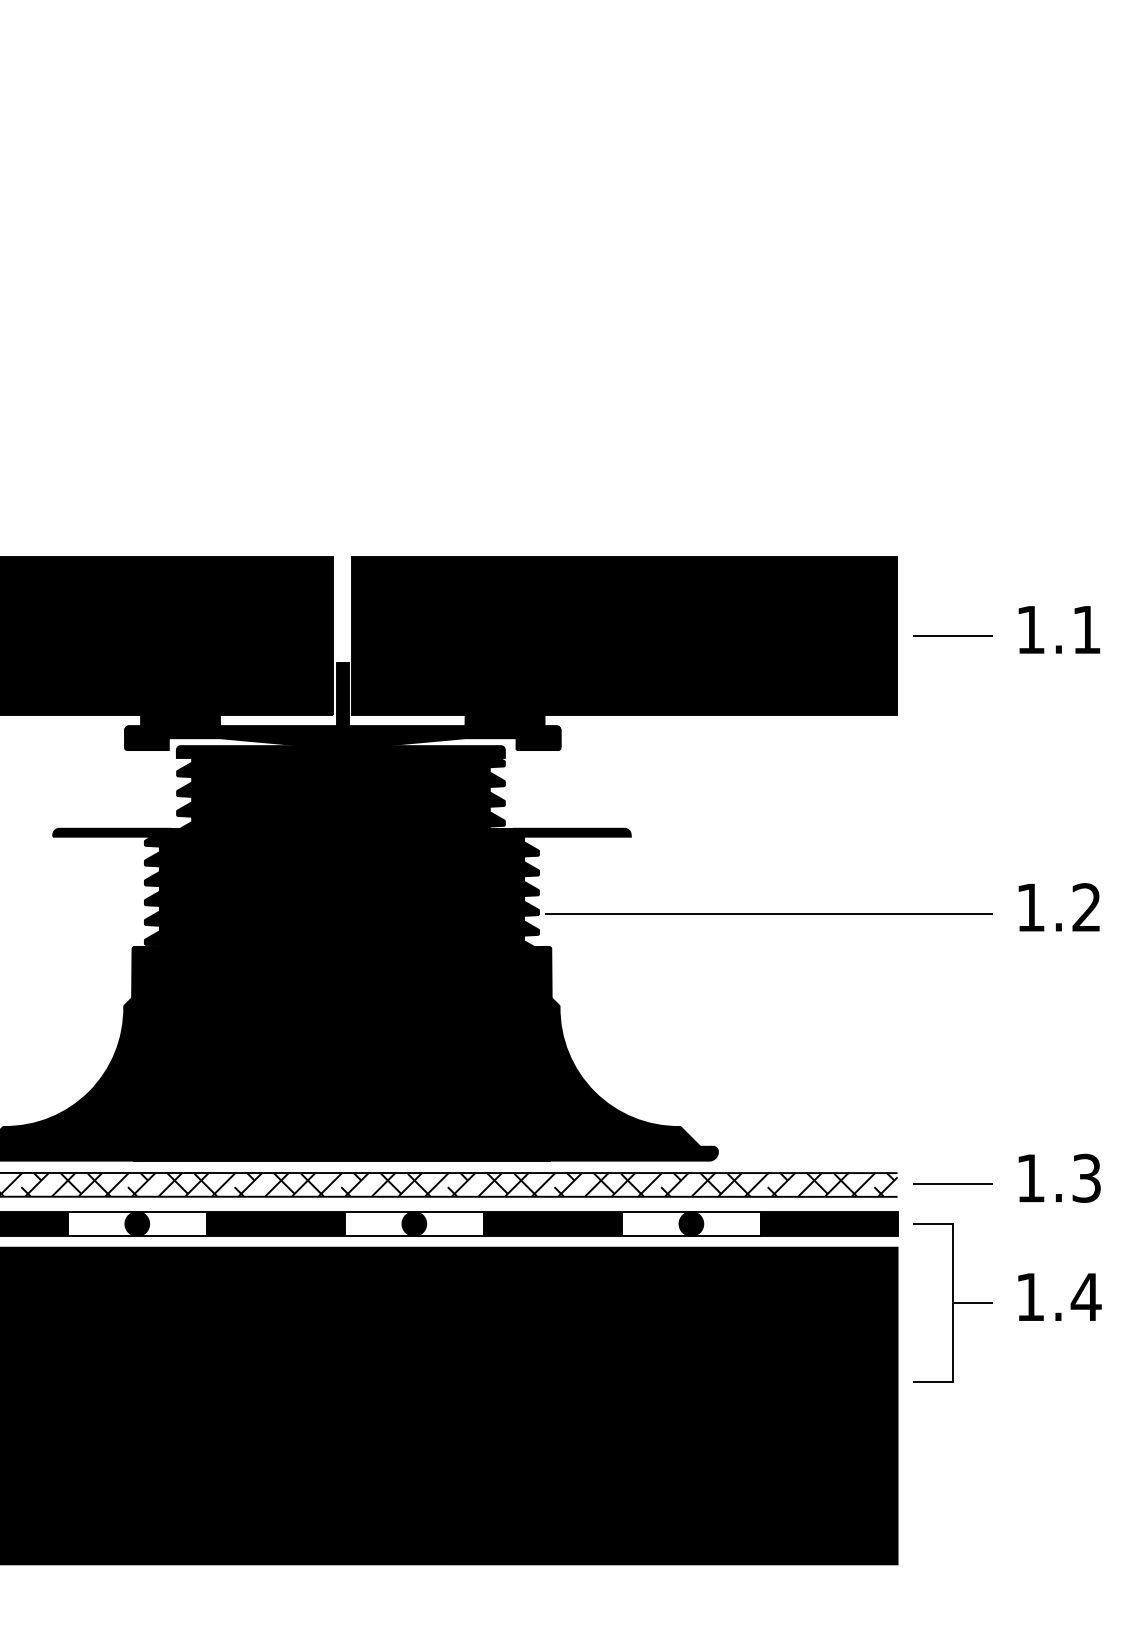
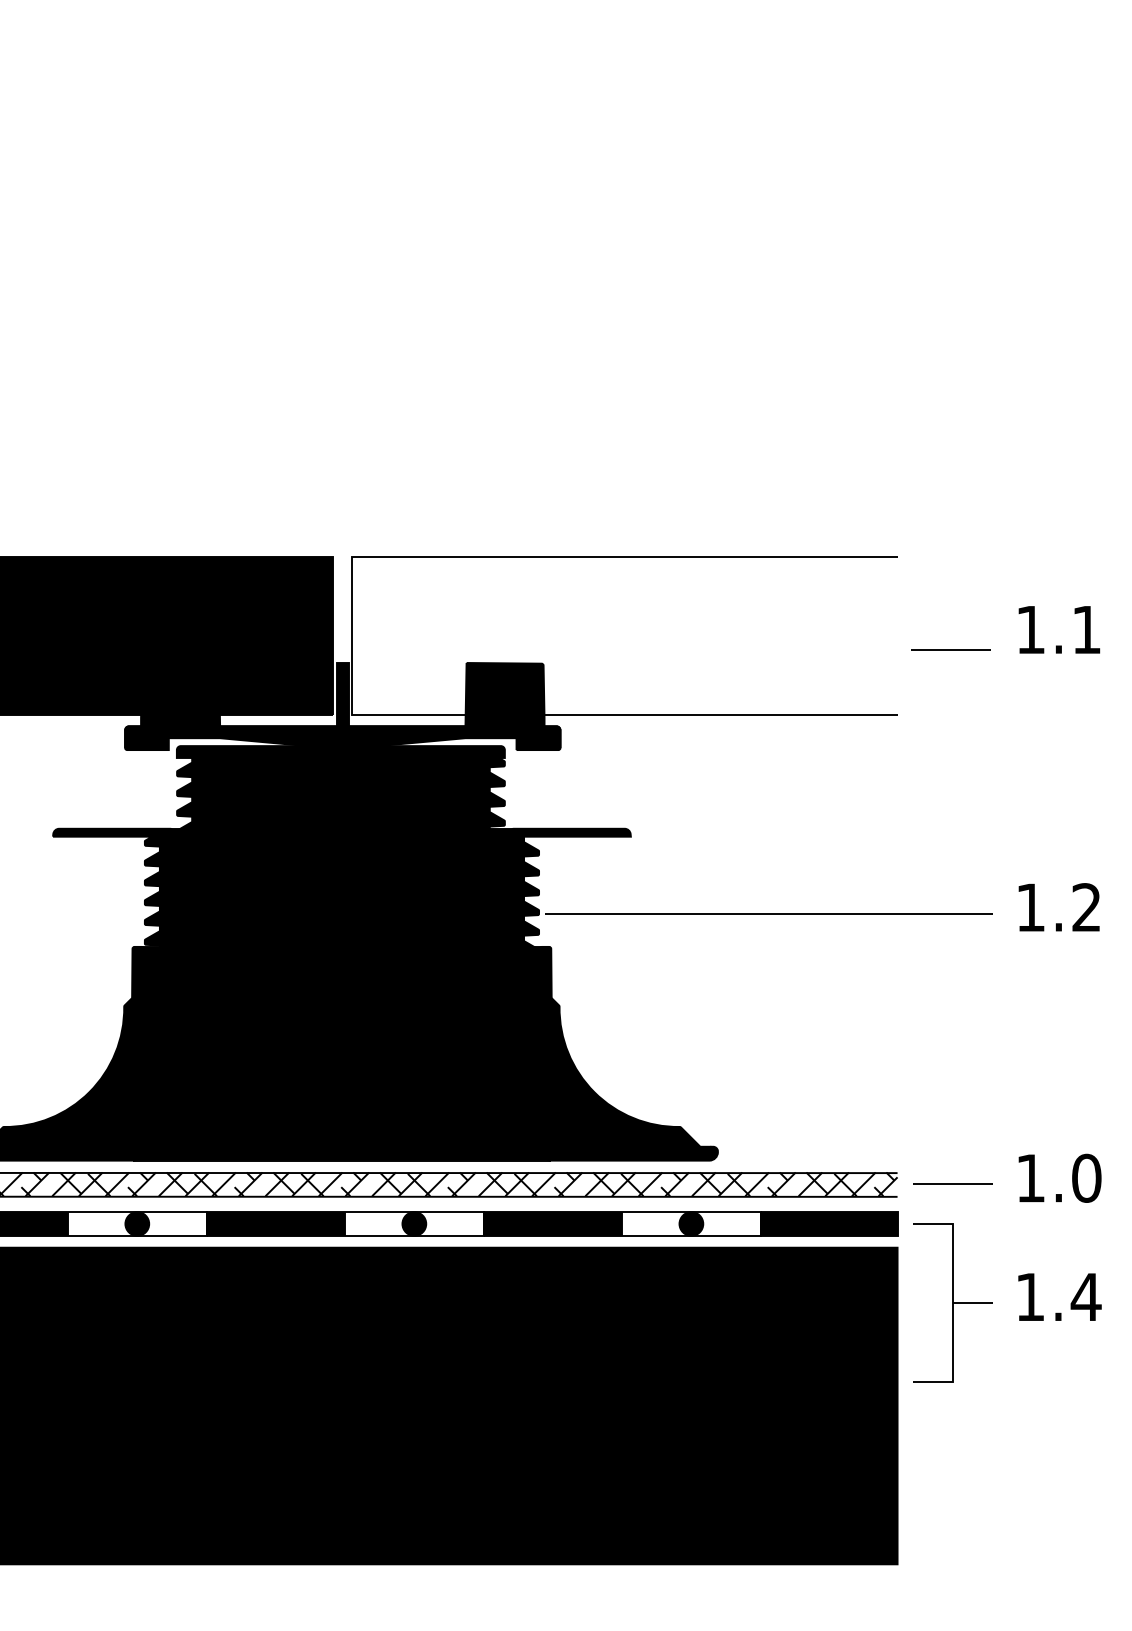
fill at (624, 635): present -> none
line at (952, 635) position: (952, 635) -> (950, 649)
text at (1086, 1177): 1.3 -> 1.0
